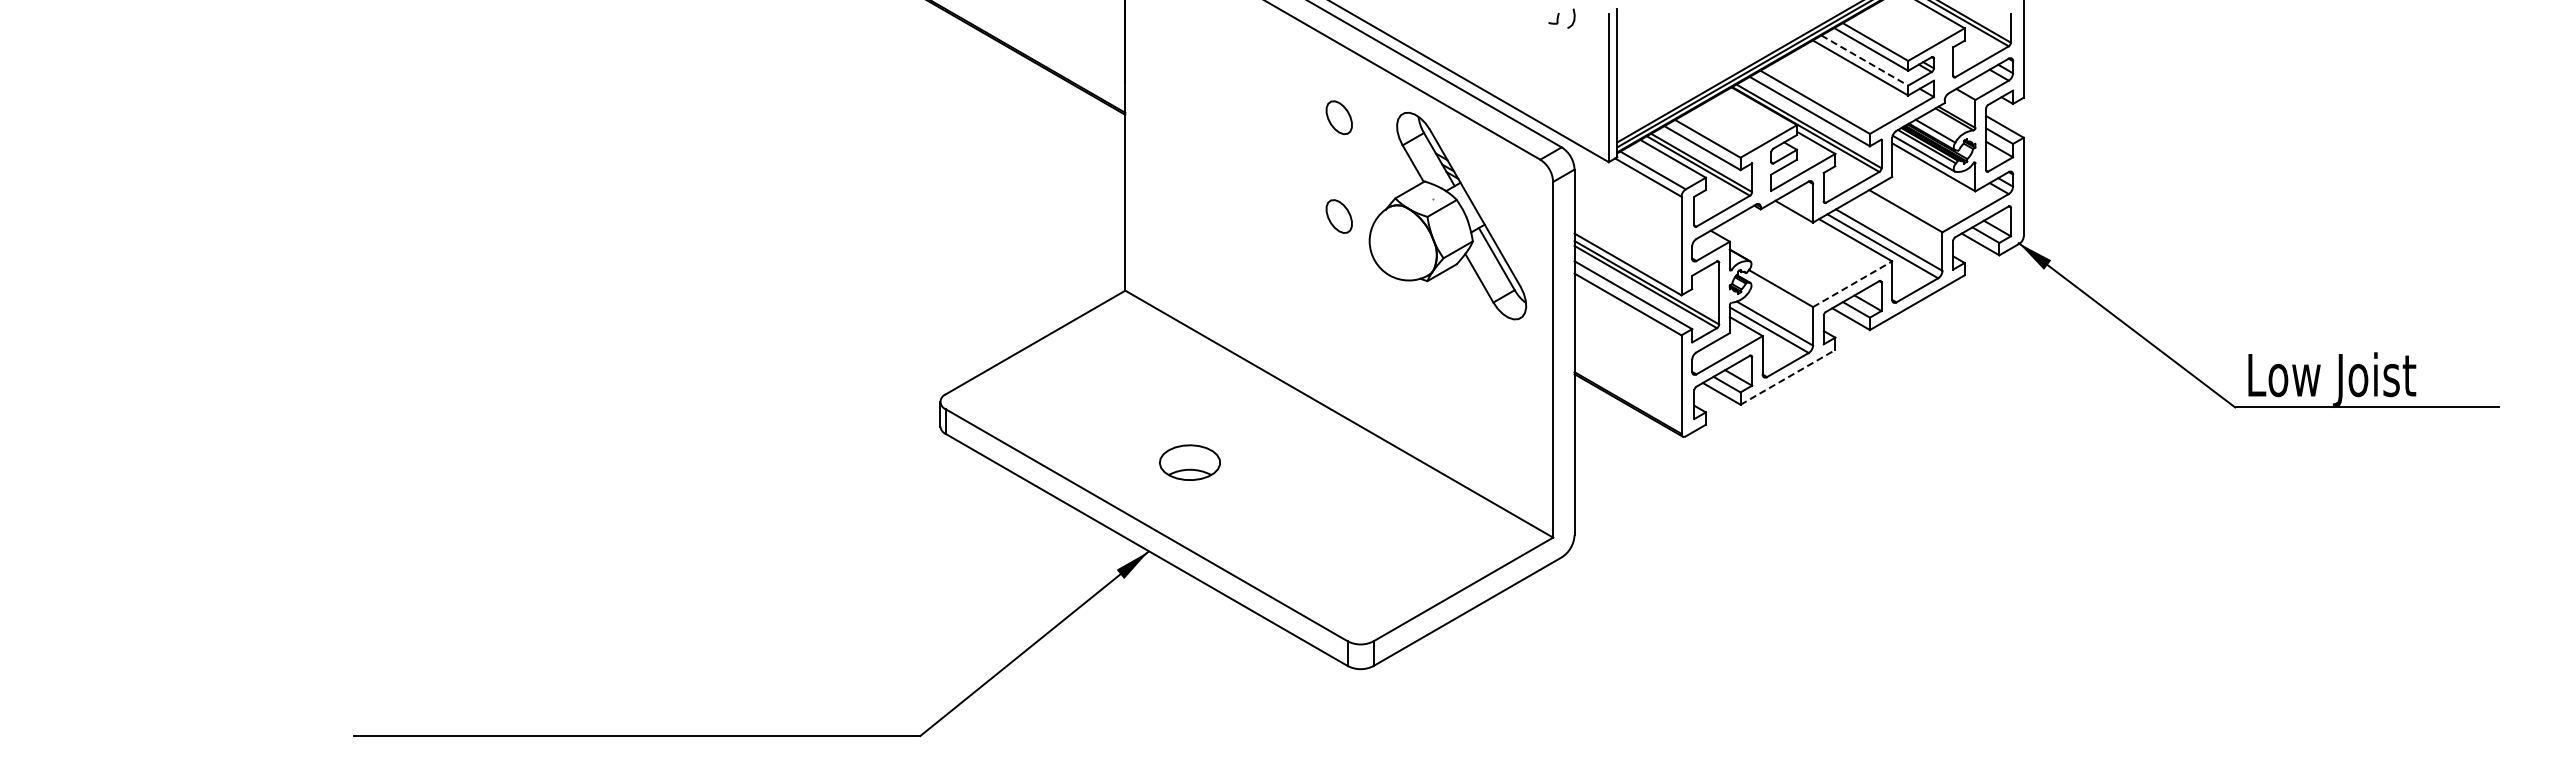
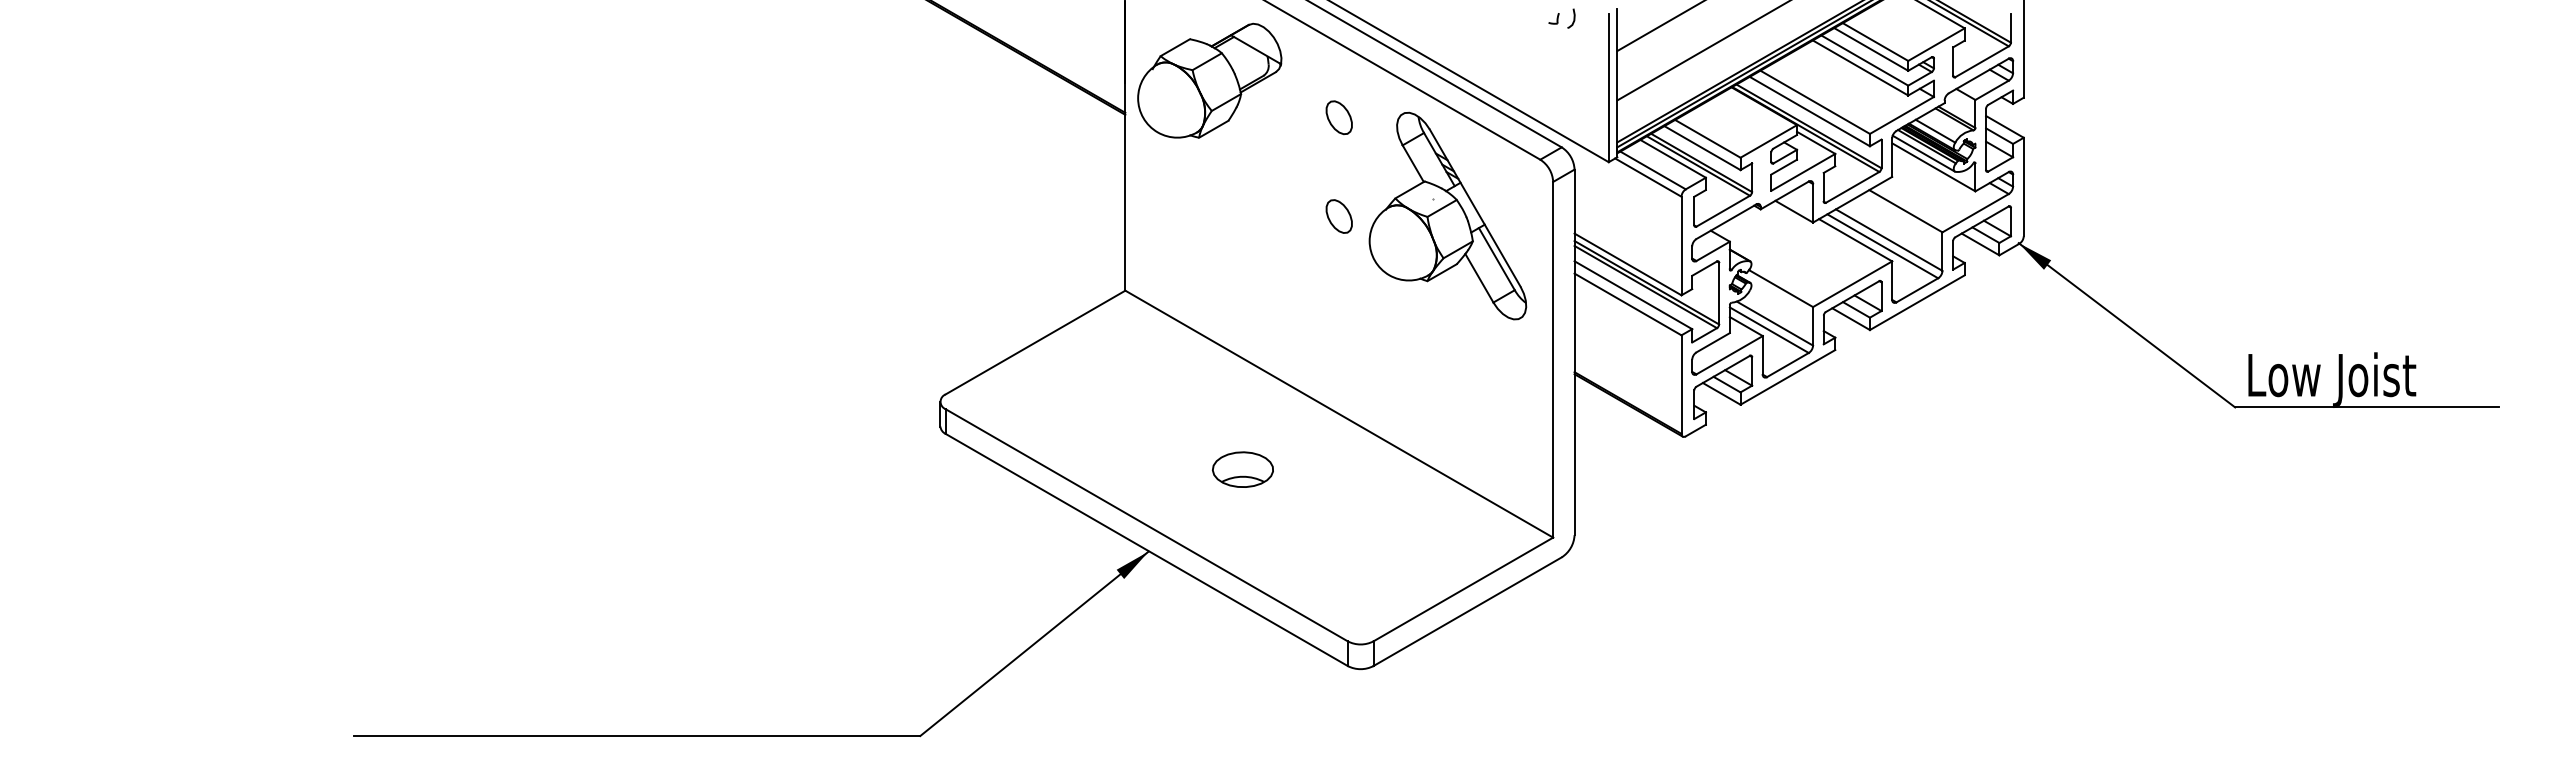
line at (1659, 26): none -> present
line at (1702, 51): none -> present
line at (1865, 60): dashed -> solid
part at (1209, 80): none -> present
line at (1852, 284): dashed -> solid
line at (1787, 377): dashed -> solid
part at (1189, 462) position: (1189, 462) -> (1242, 469)
